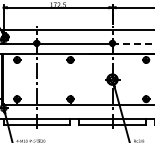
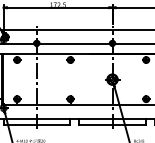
line at (134, 43): dashed -> solid
